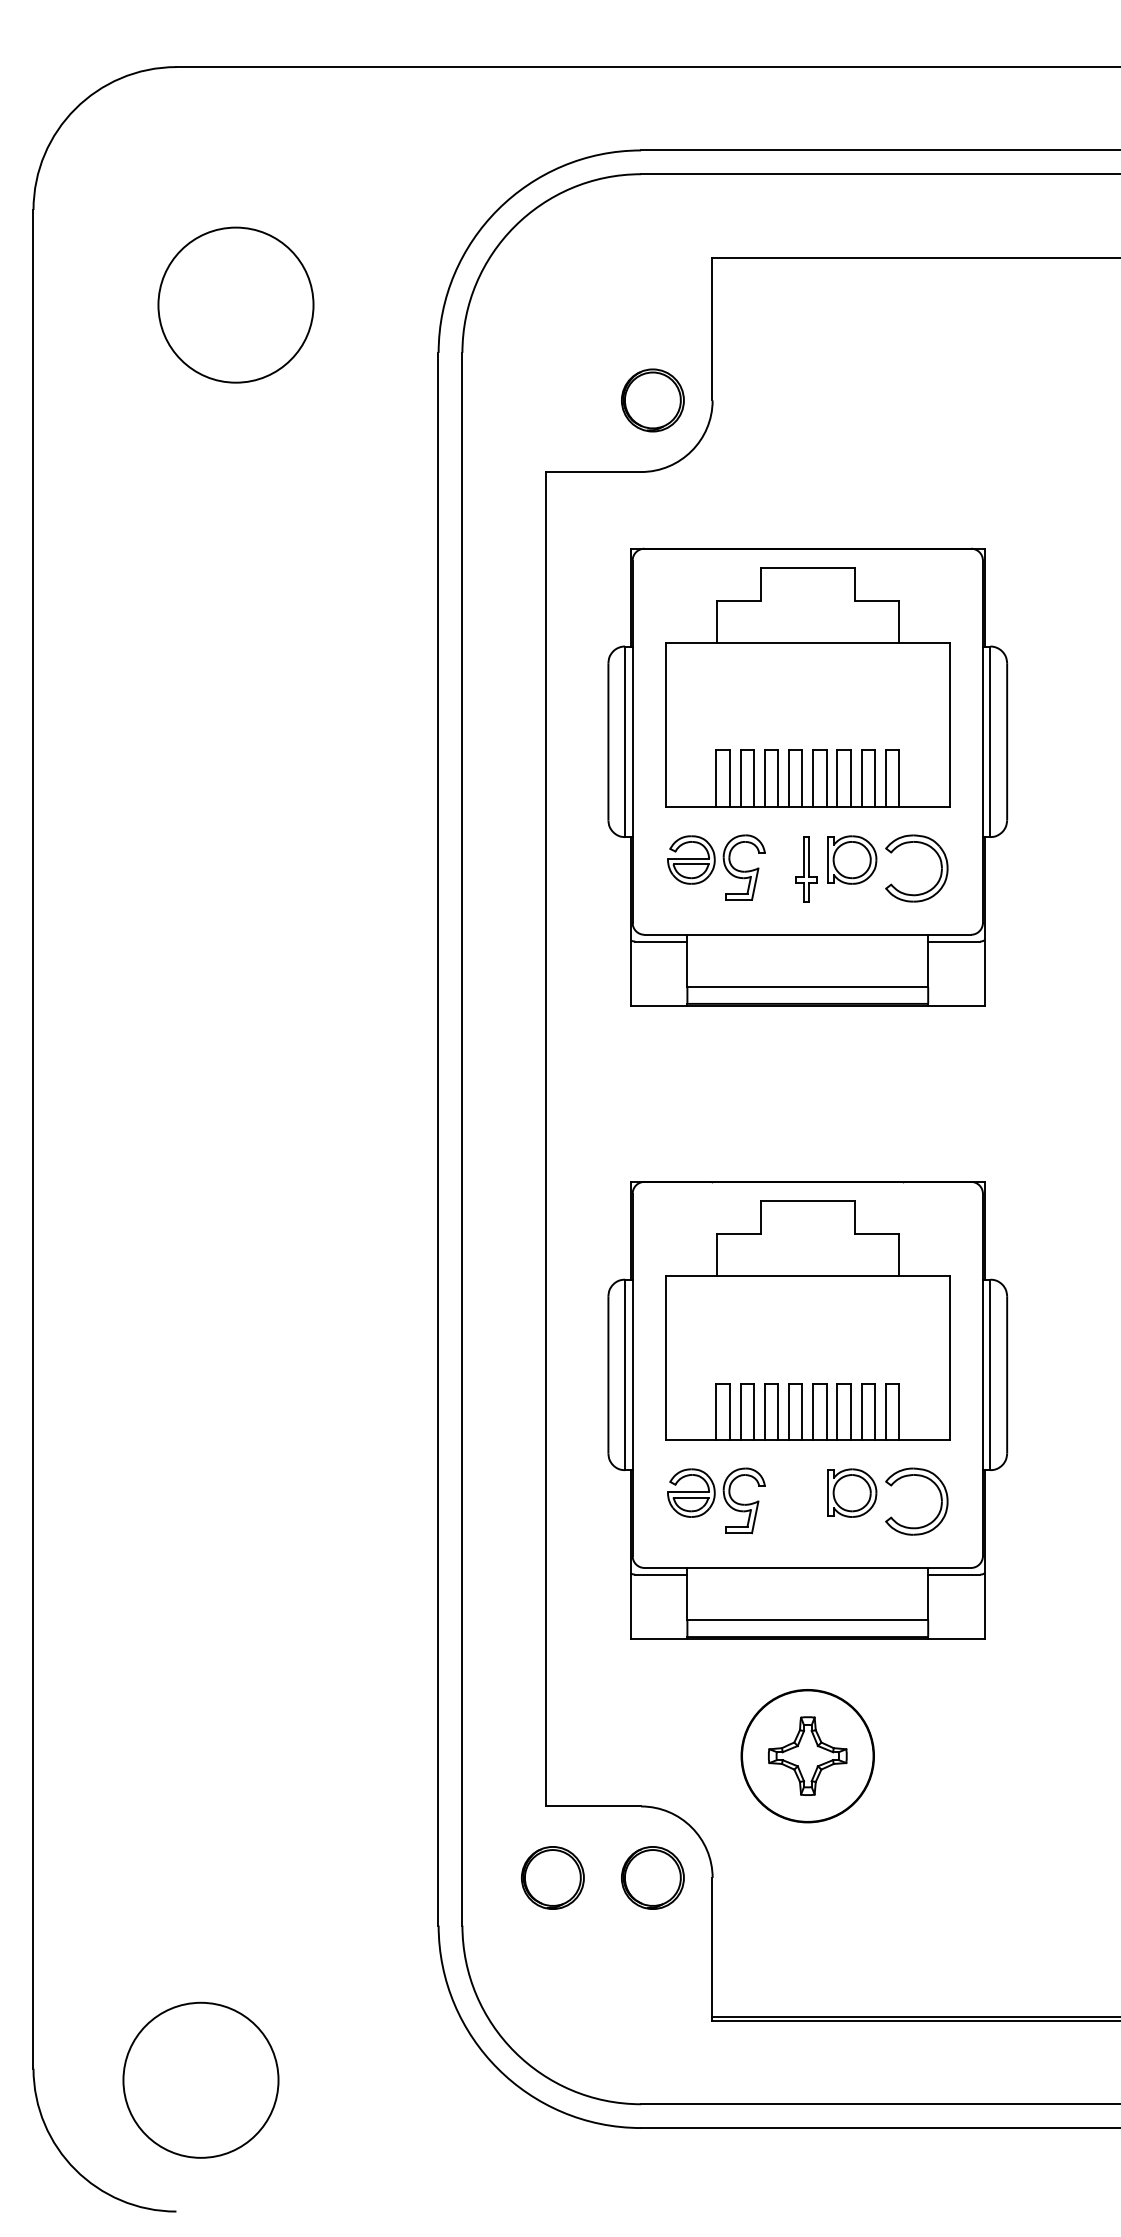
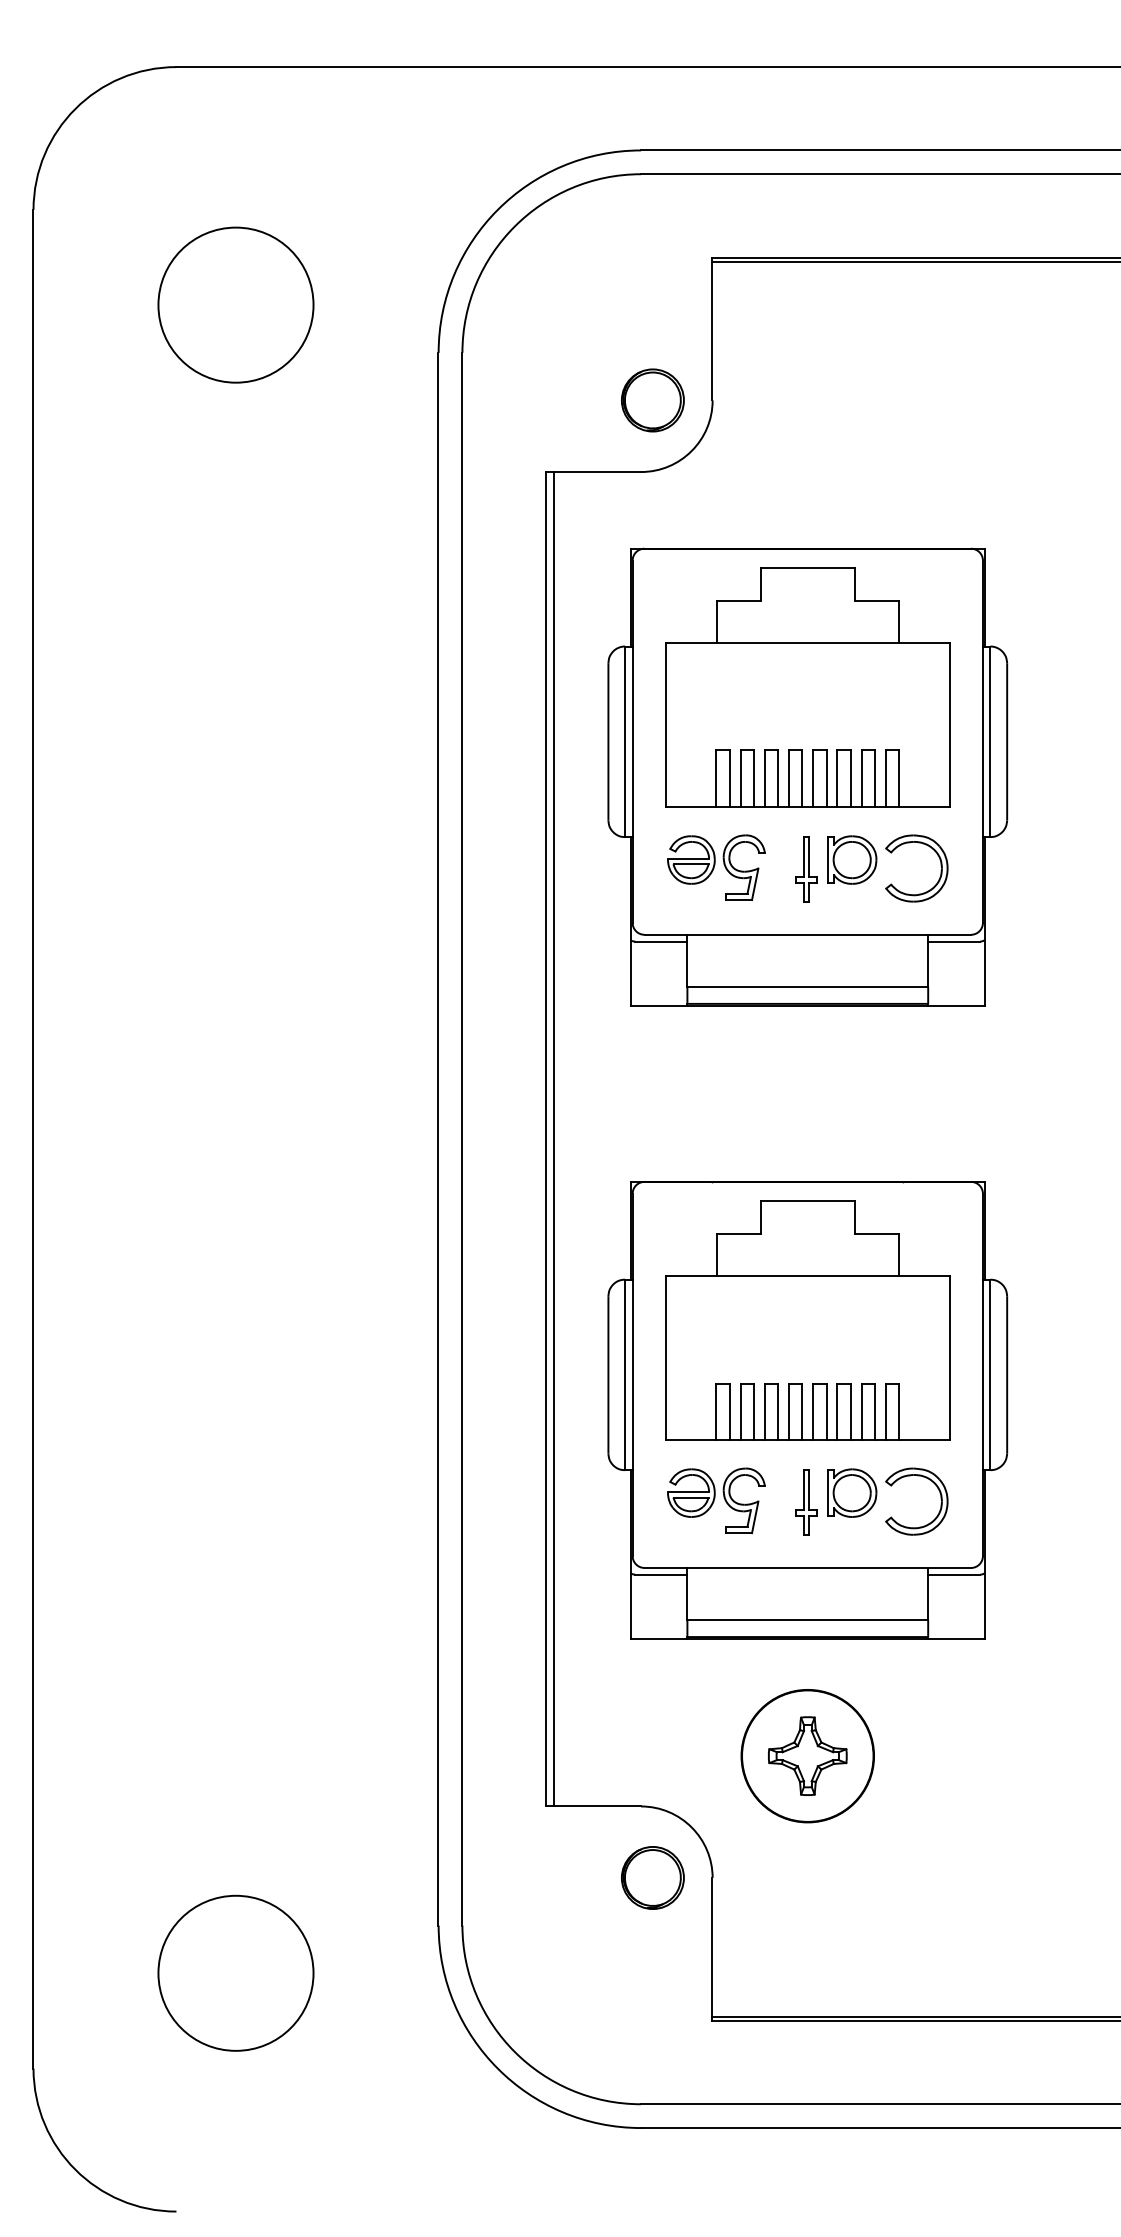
line at (914, 261): none -> present
line at (553, 1139): none -> present
part at (806, 1502): none -> present
part at (552, 1877): present -> none
circle at (200, 2079) position: (200, 2079) -> (235, 1972)
